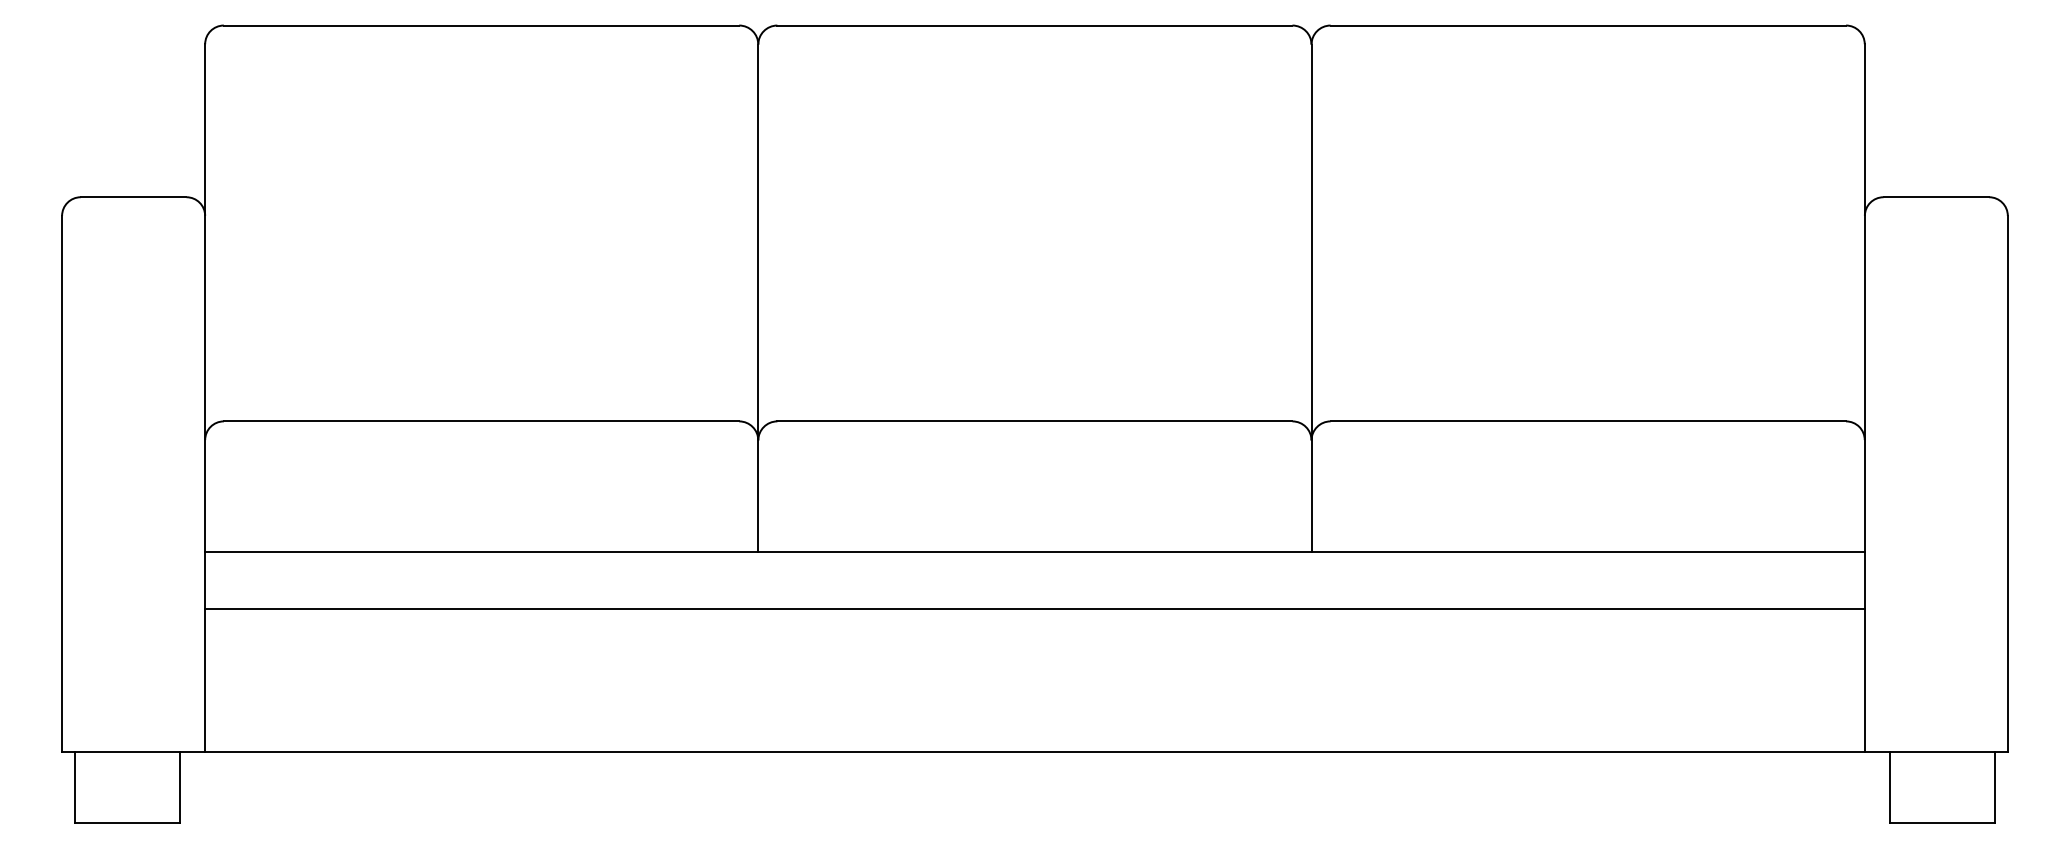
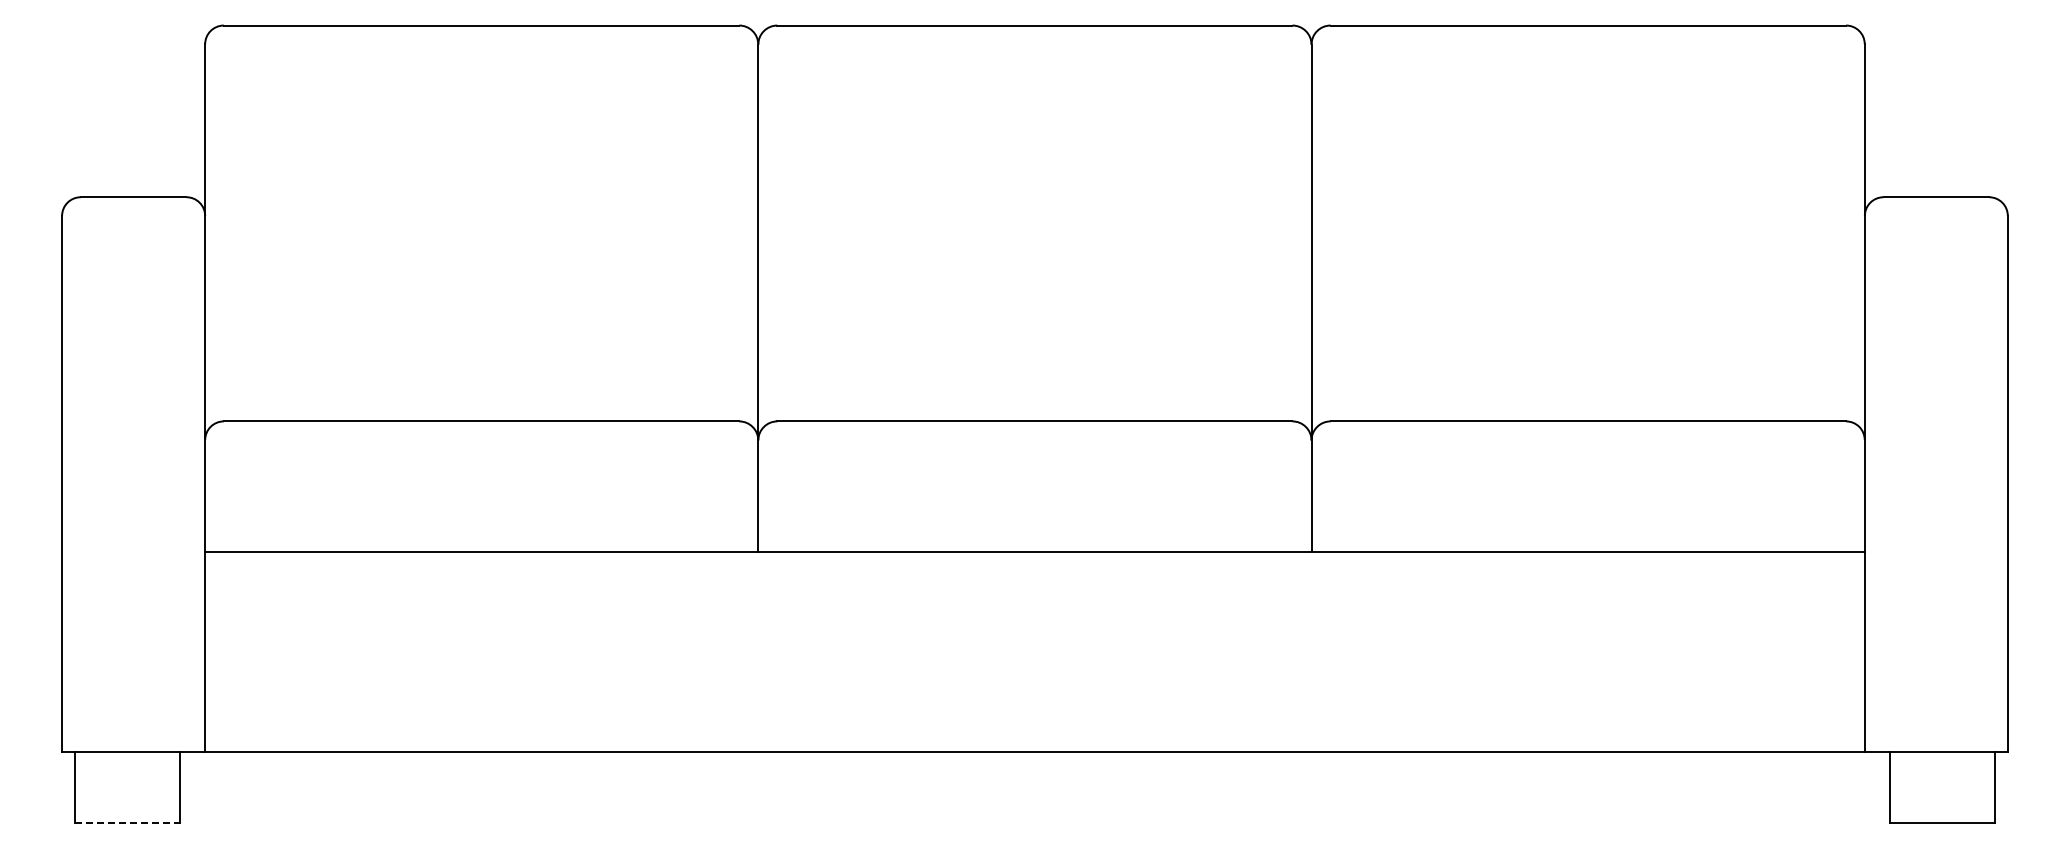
line at (1034, 608): present -> none
line at (128, 823): solid -> dashed
